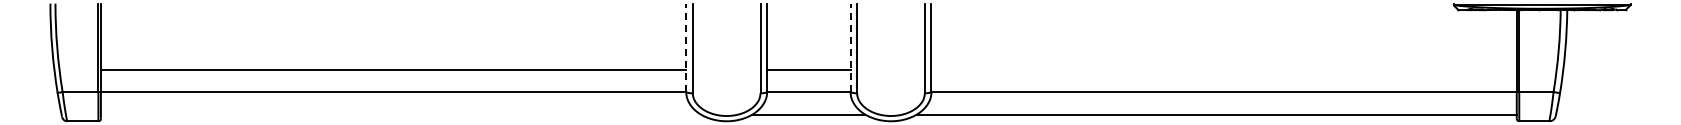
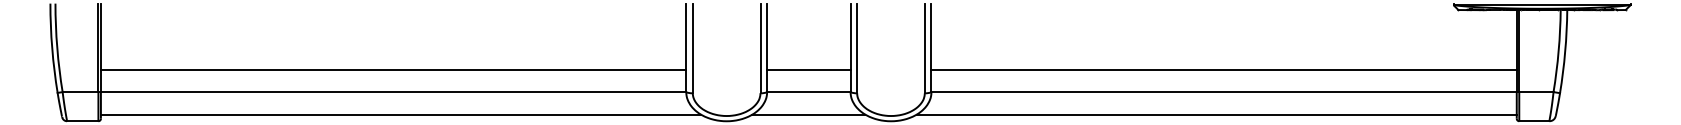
line at (686, 47): dashed -> solid
line at (850, 47): dashed -> solid
line at (1223, 69): none -> present
line at (400, 114): none -> present
